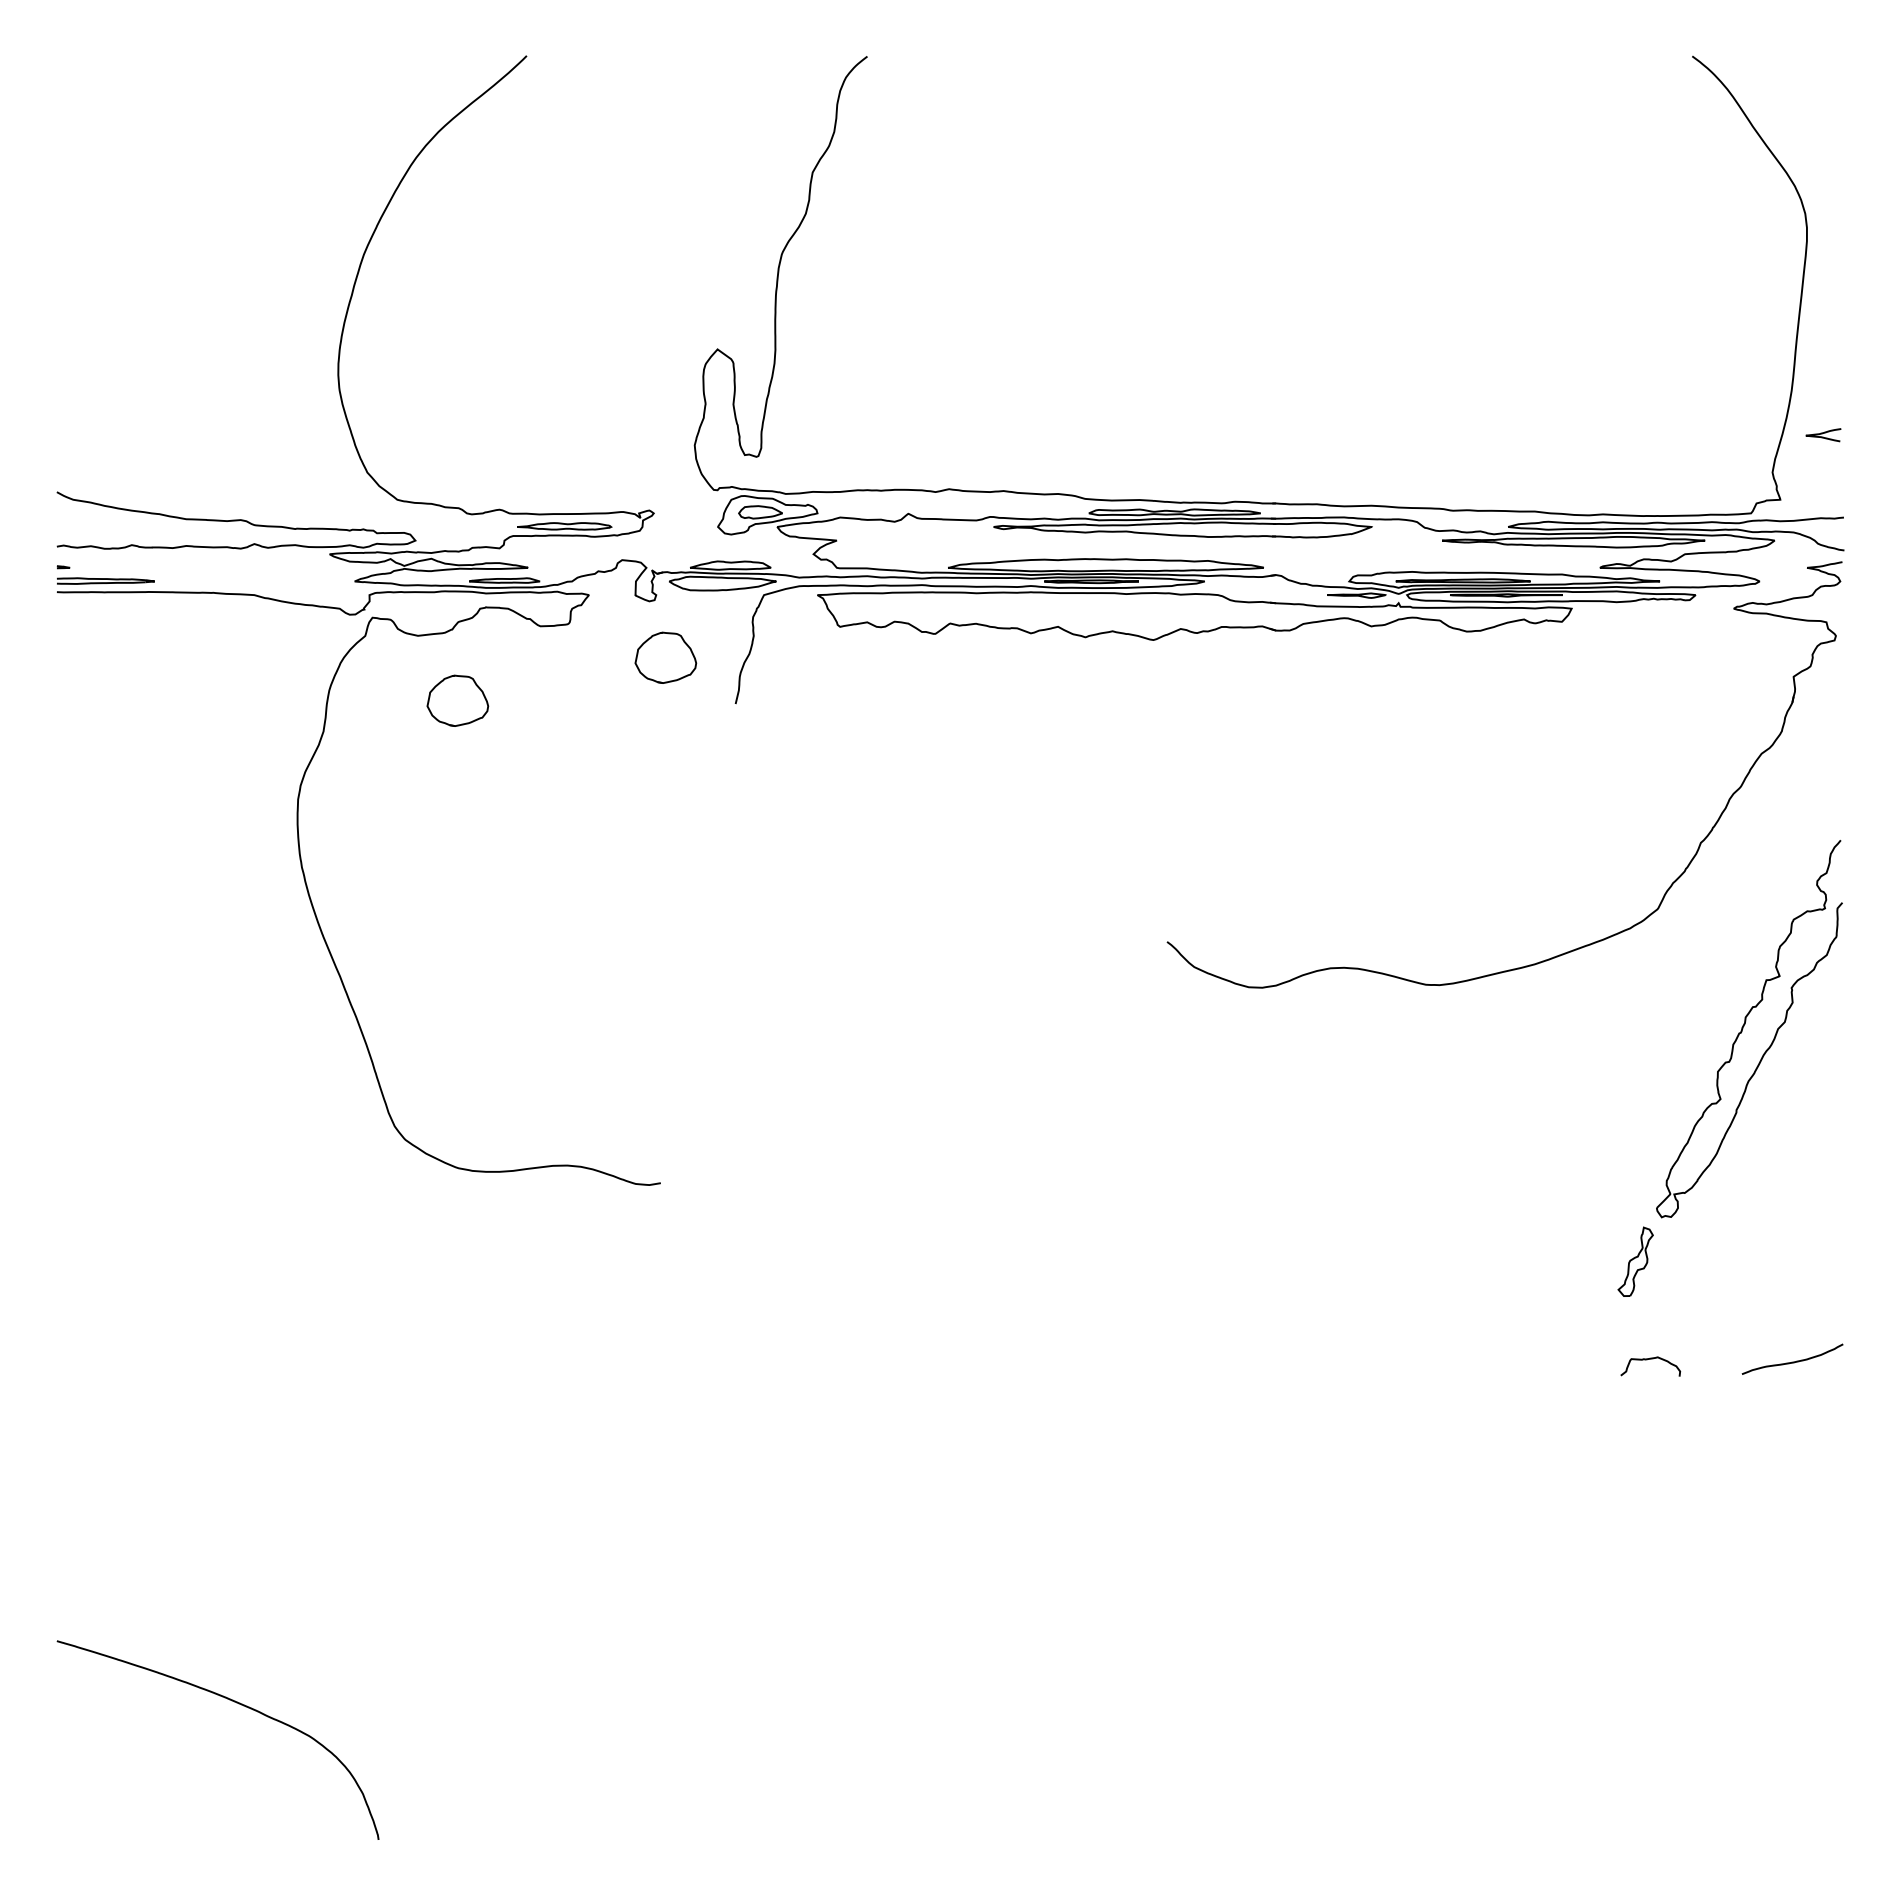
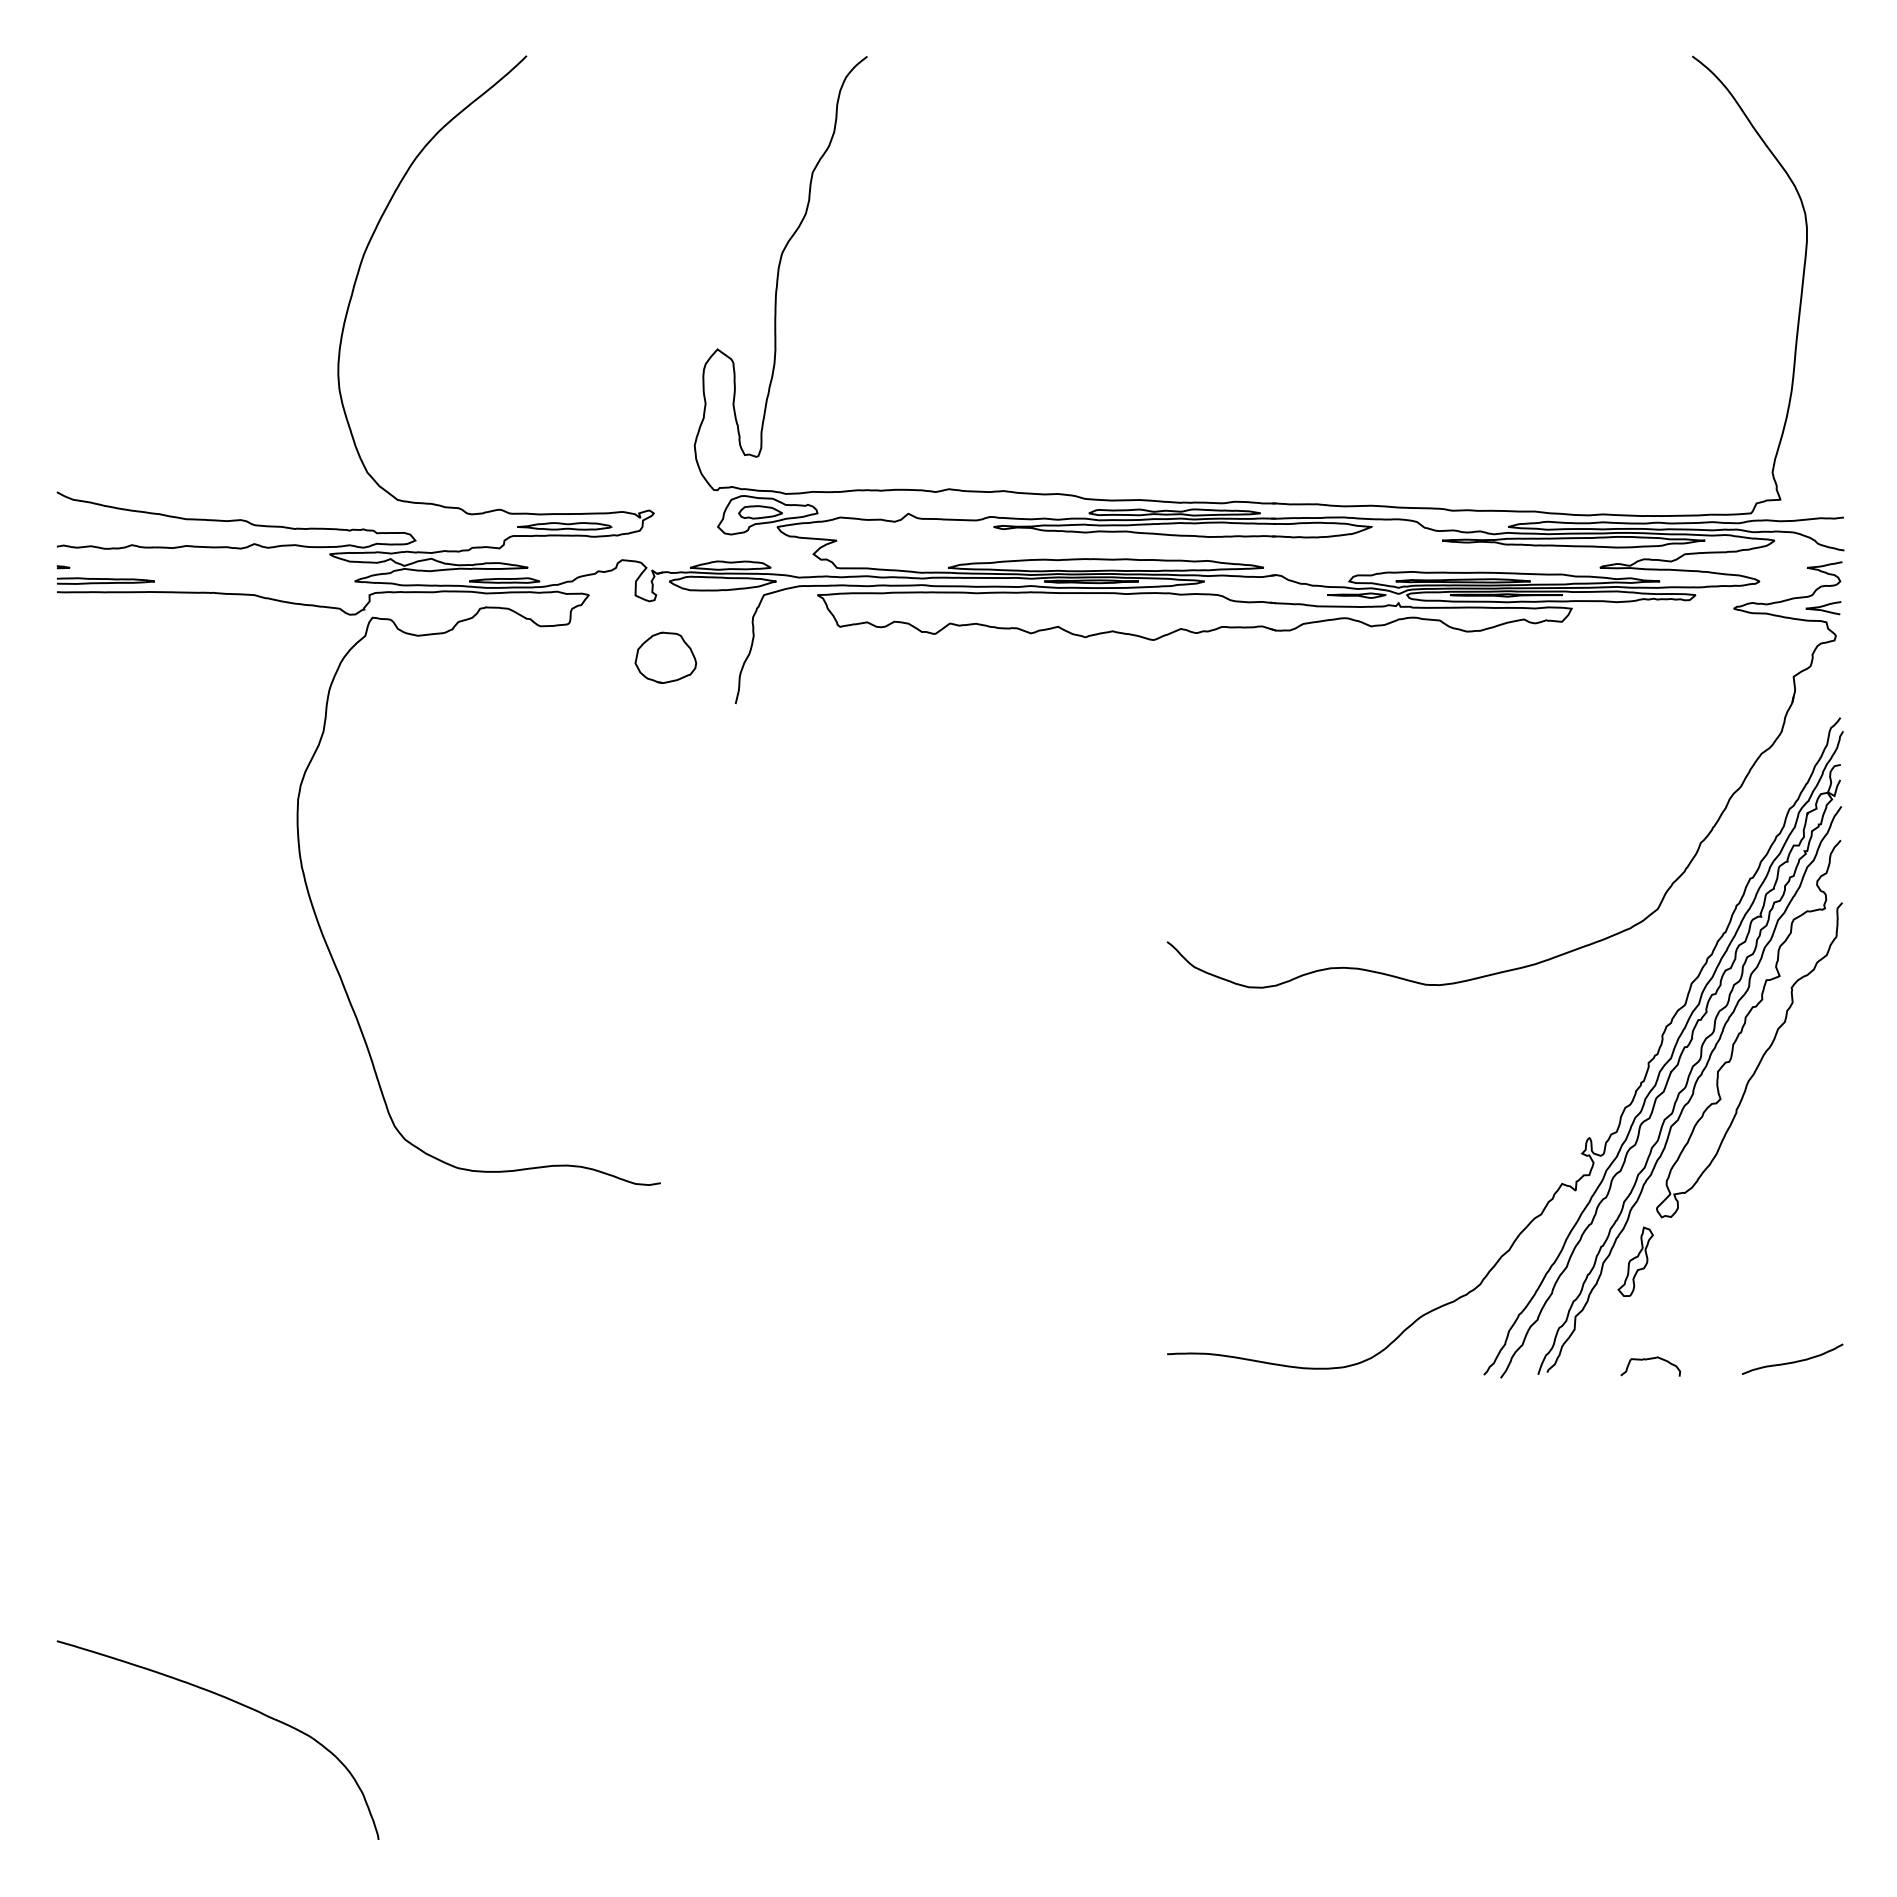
curve at (1823, 436) position: (1823, 436) -> (1823, 609)
part at (457, 700): present -> none
part at (1588, 1137): none -> present
